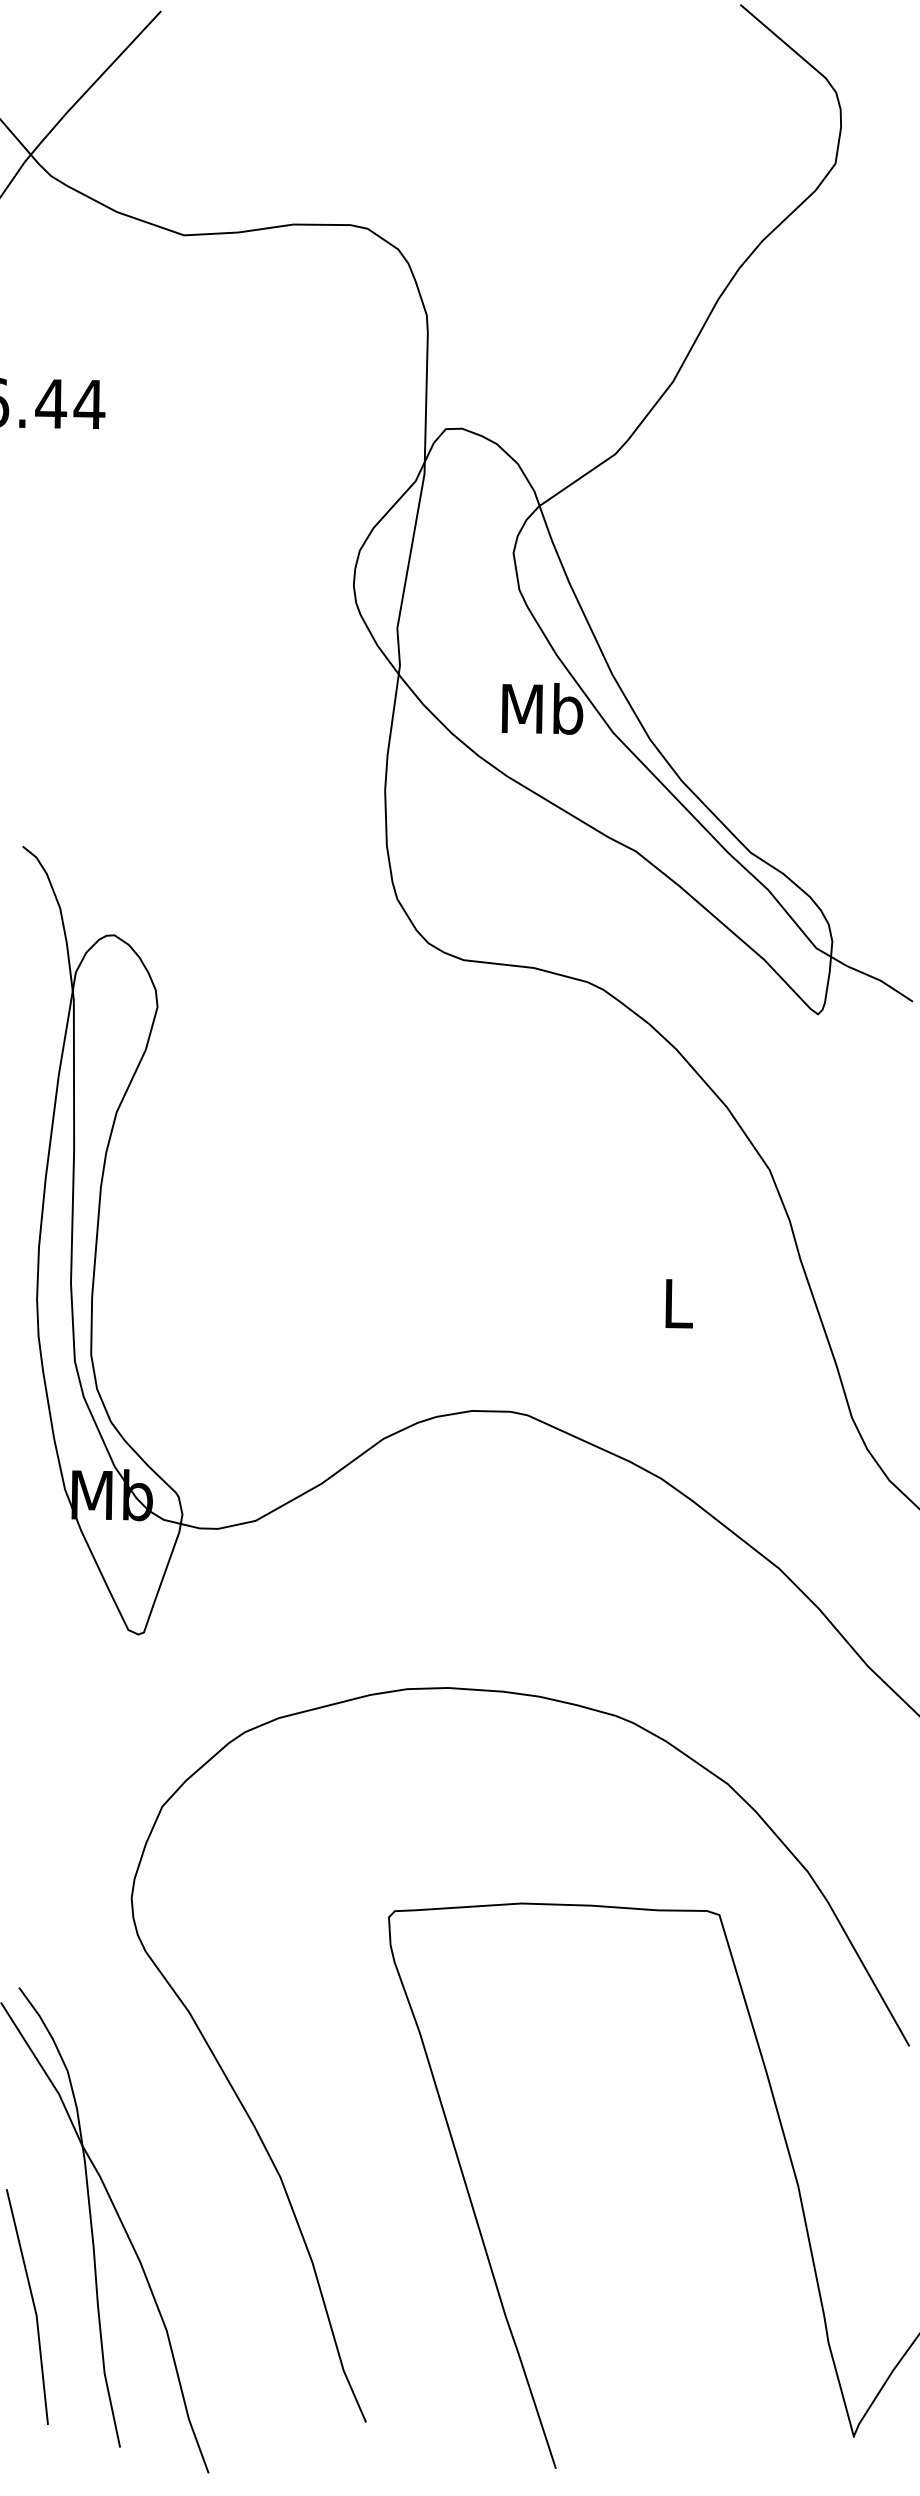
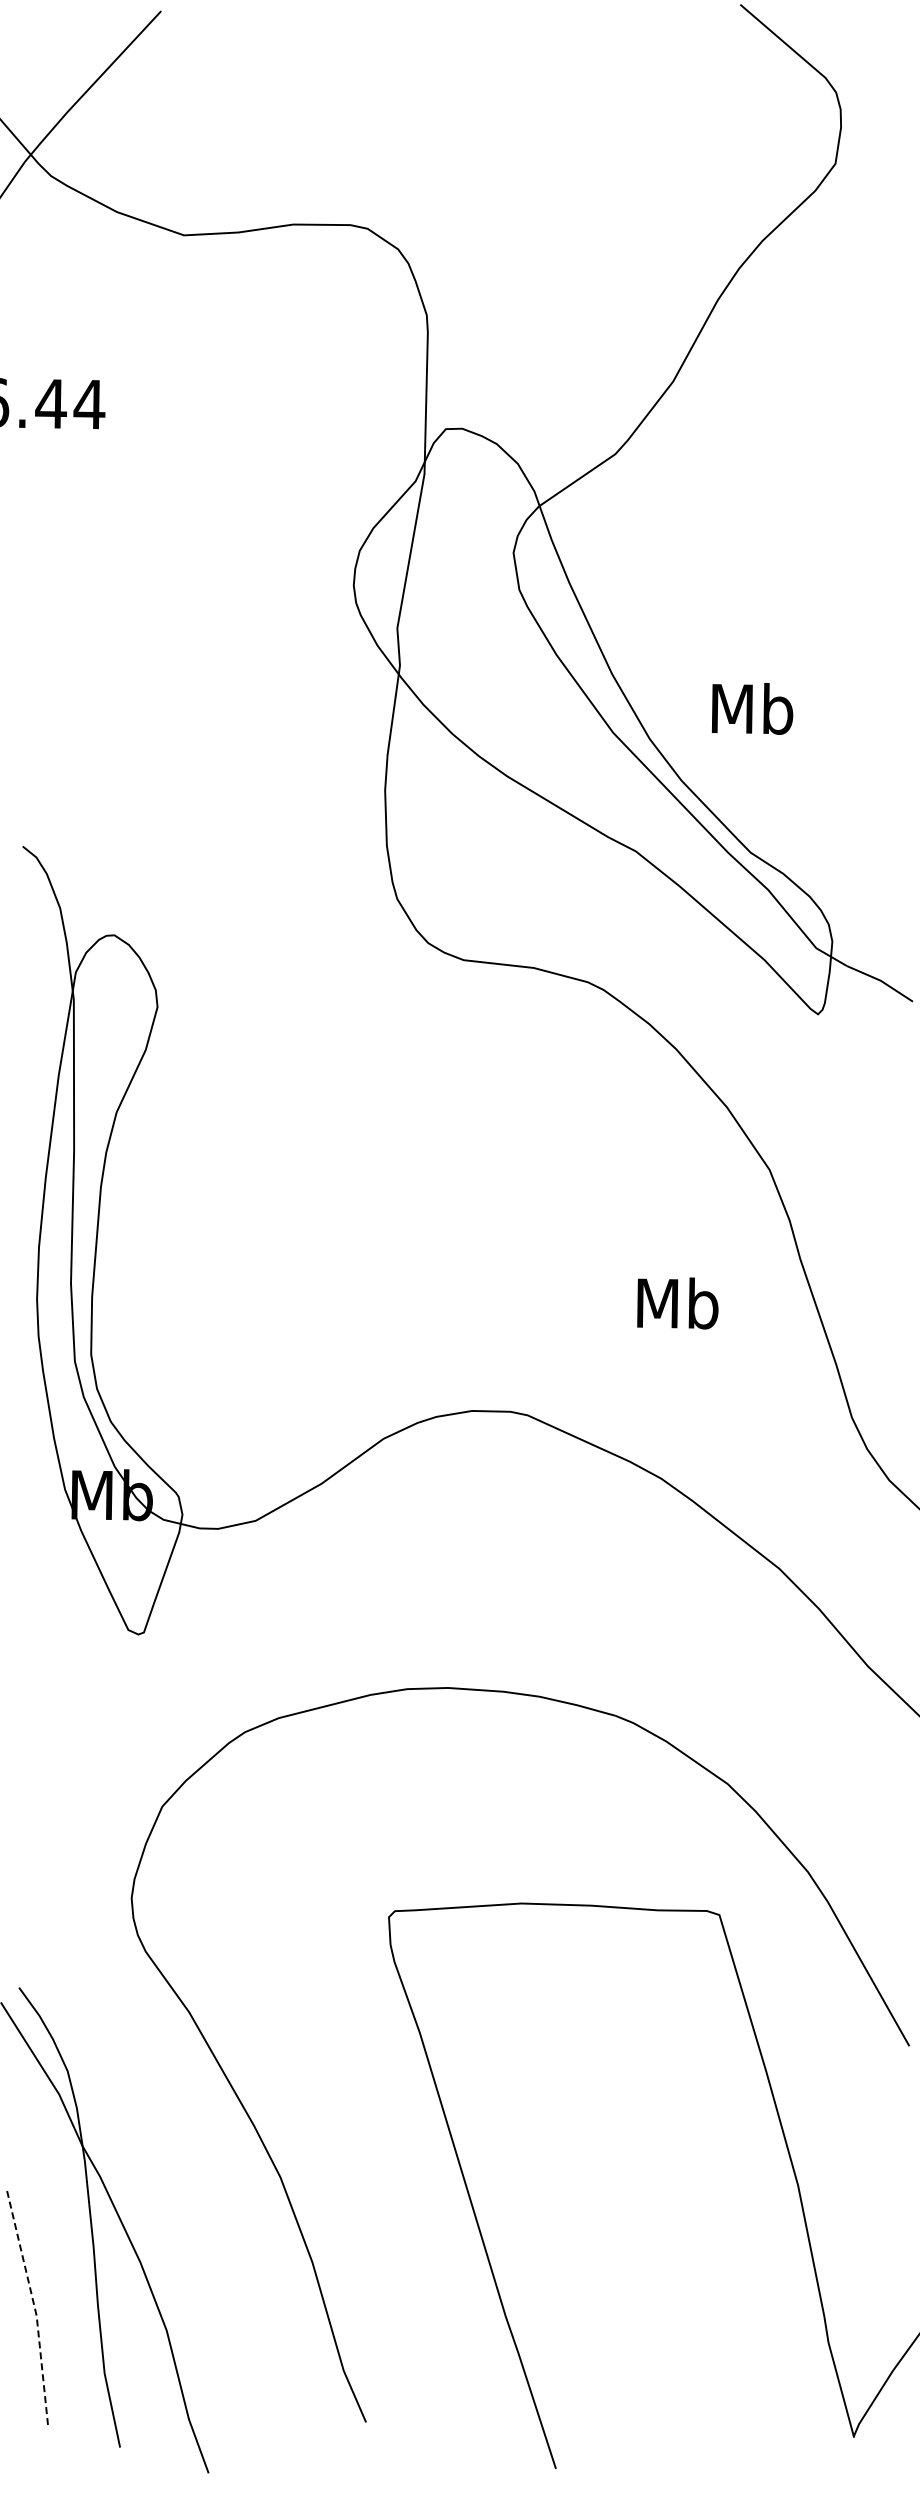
text at (542, 708) position: (542, 708) -> (752, 708)
text at (677, 1303): L -> Mb
line at (34, 2305): solid -> dashed
